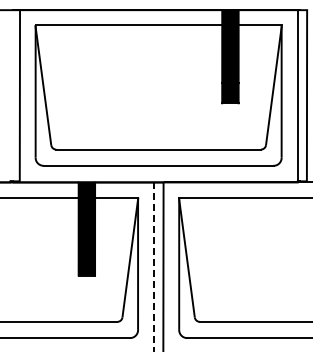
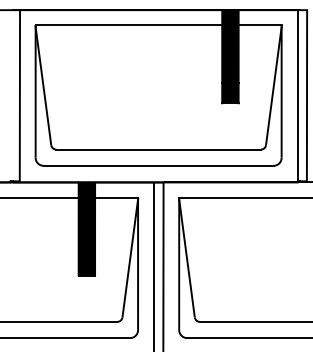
line at (154, 267): dashed -> solid
